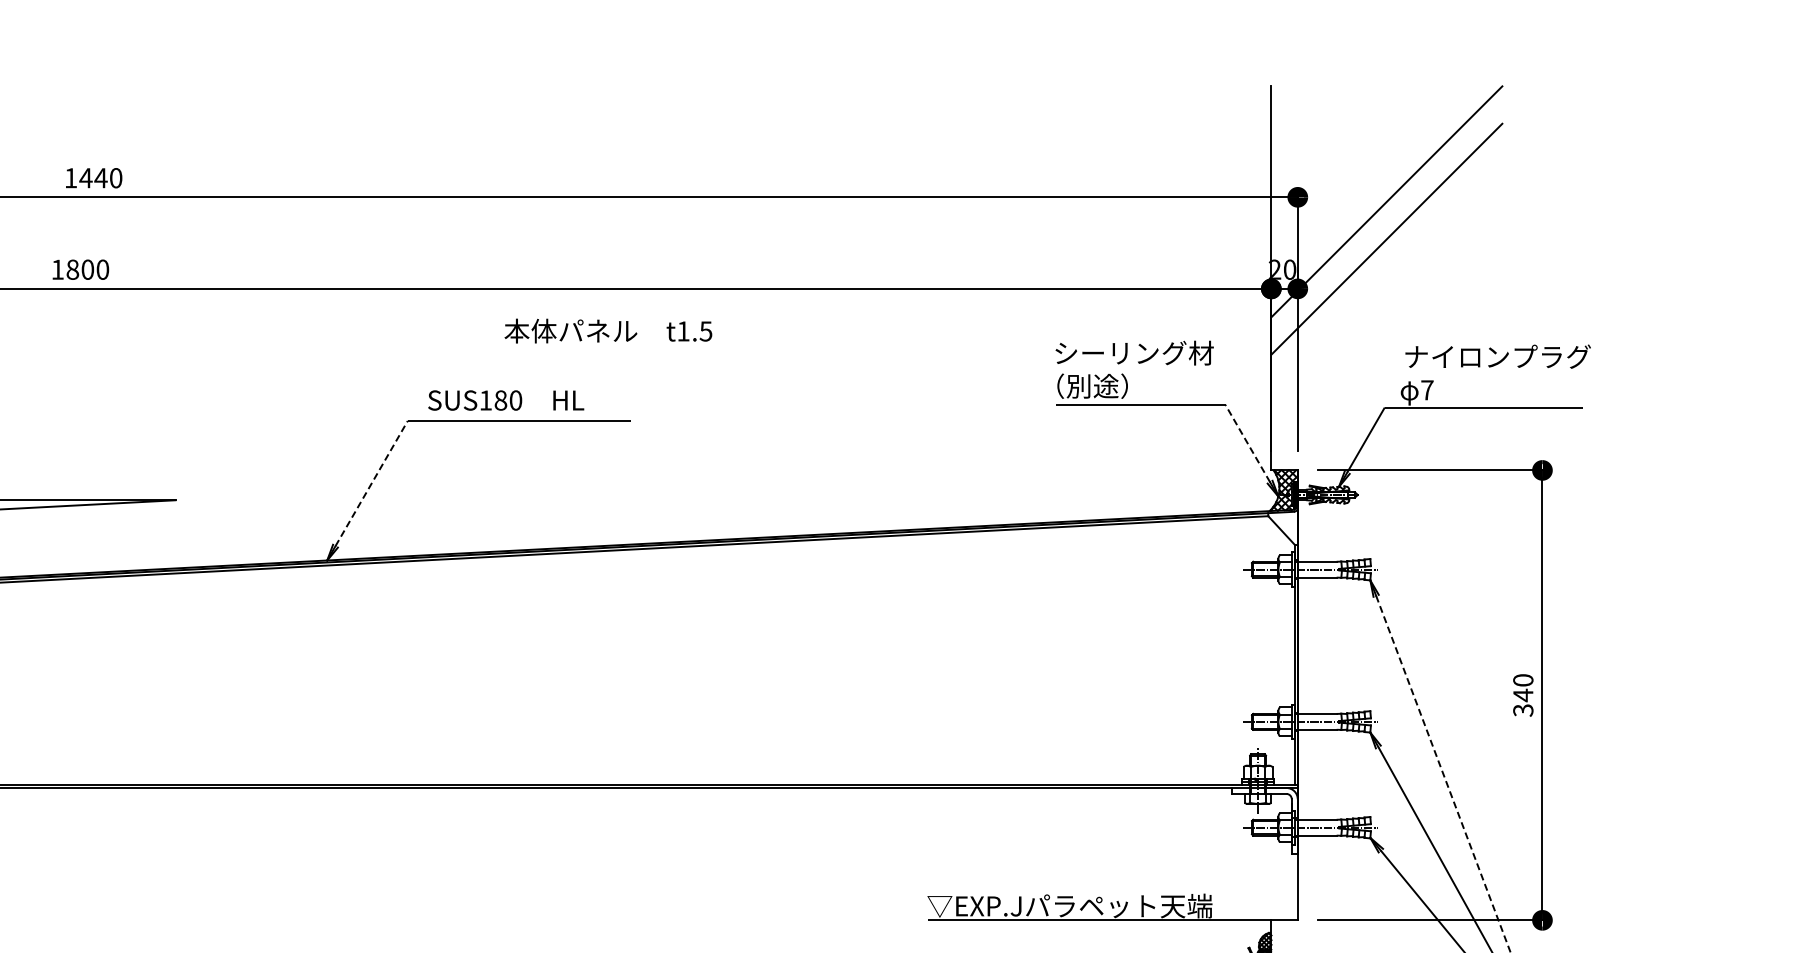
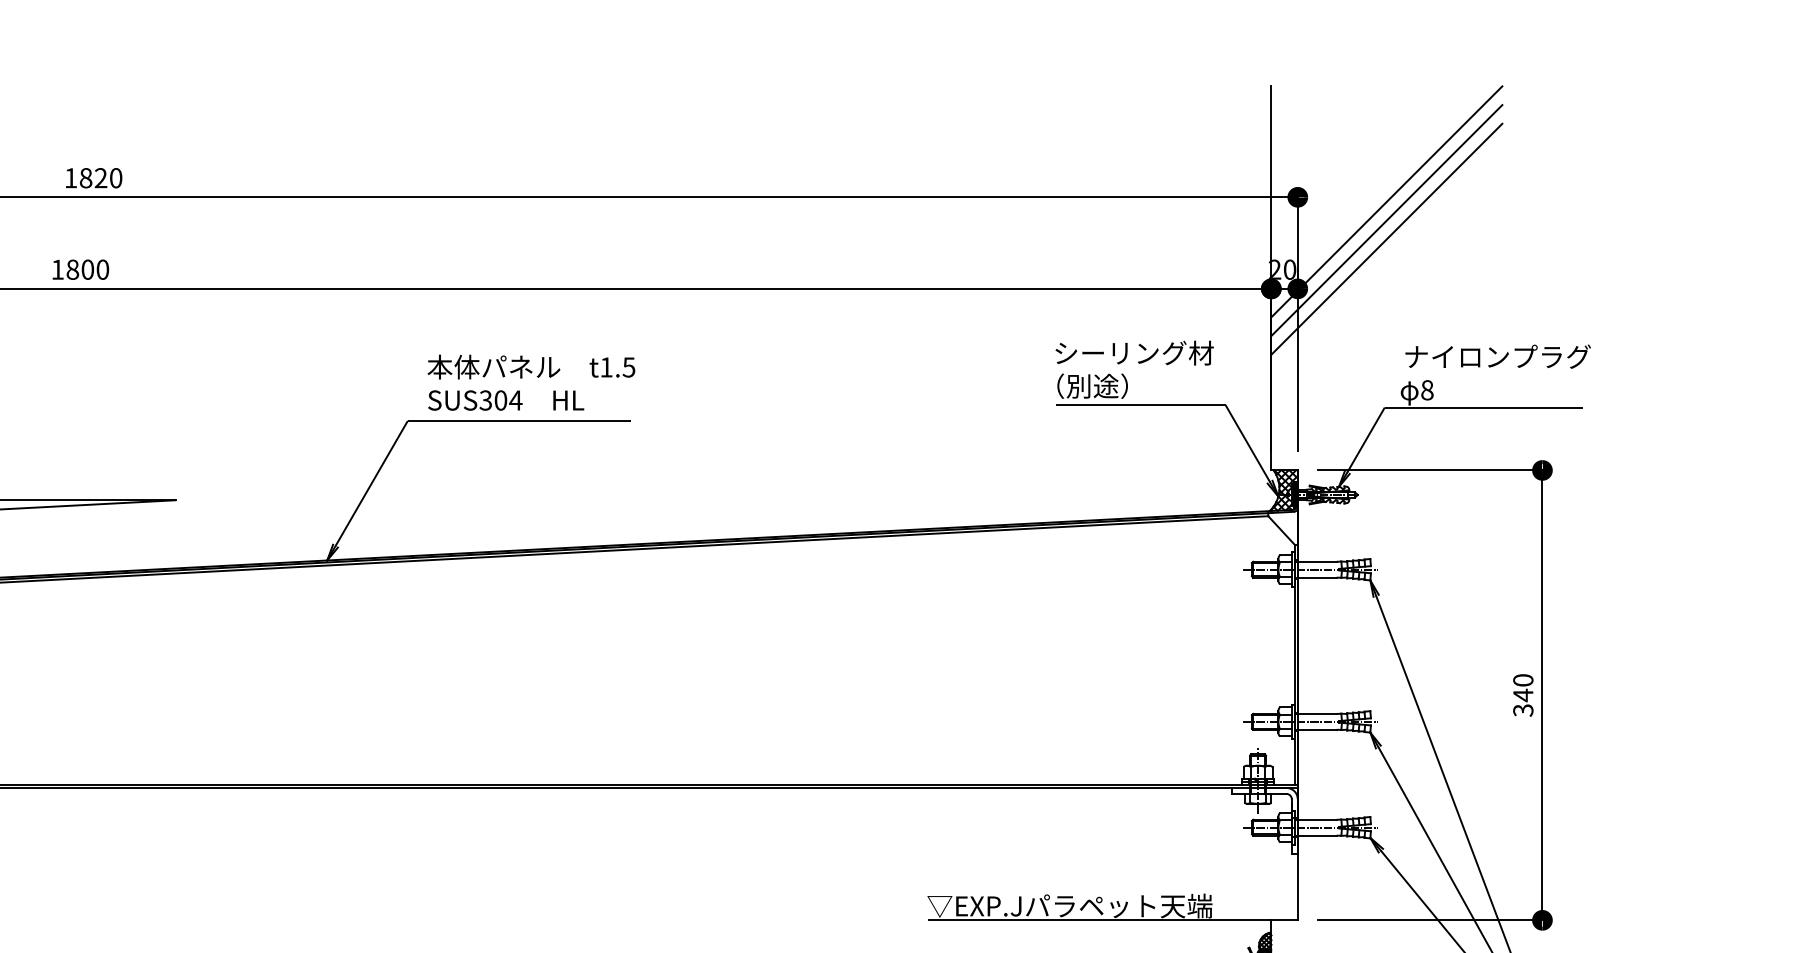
text at (93, 178): 1440 -> 1820
line at (1386, 220): none -> present
text at (608, 330) position: (608, 330) -> (531, 366)
text at (1427, 390): 7 -> 8
text at (500, 400): SUS180 -> SUS304
line at (1247, 443): dashed -> solid
line at (371, 483): dashed -> solid
line at (1443, 774): dashed -> solid
